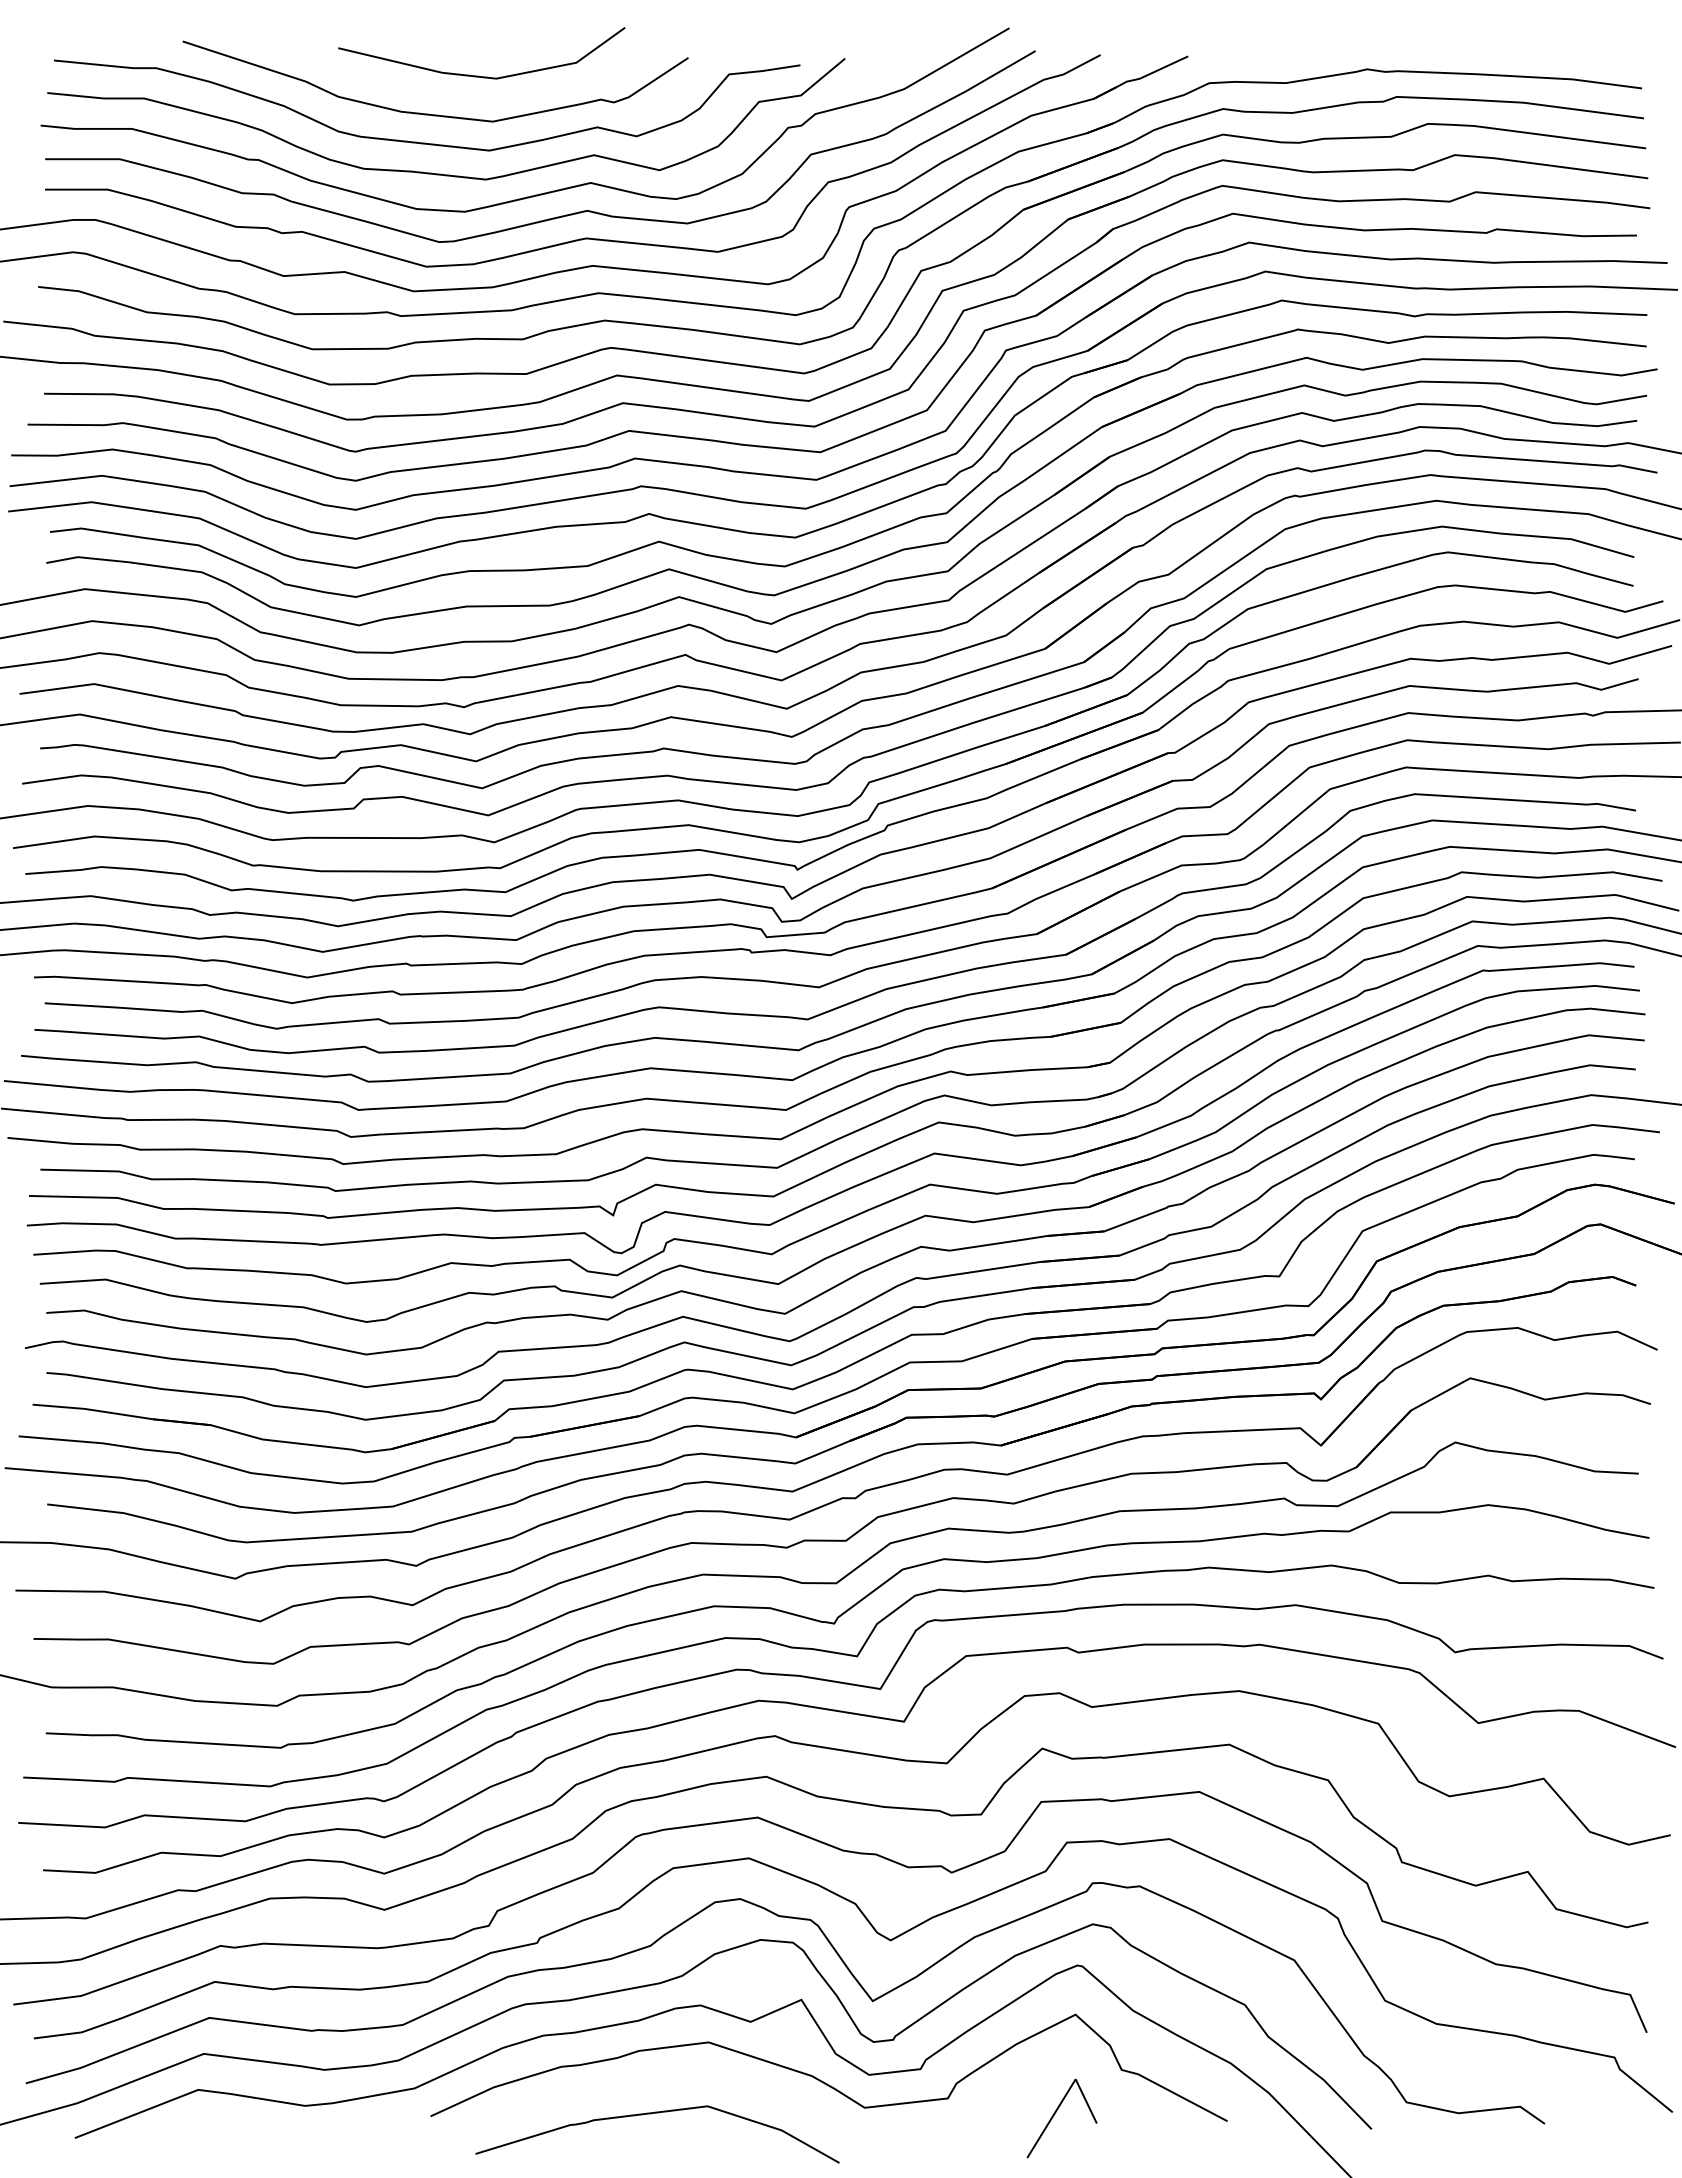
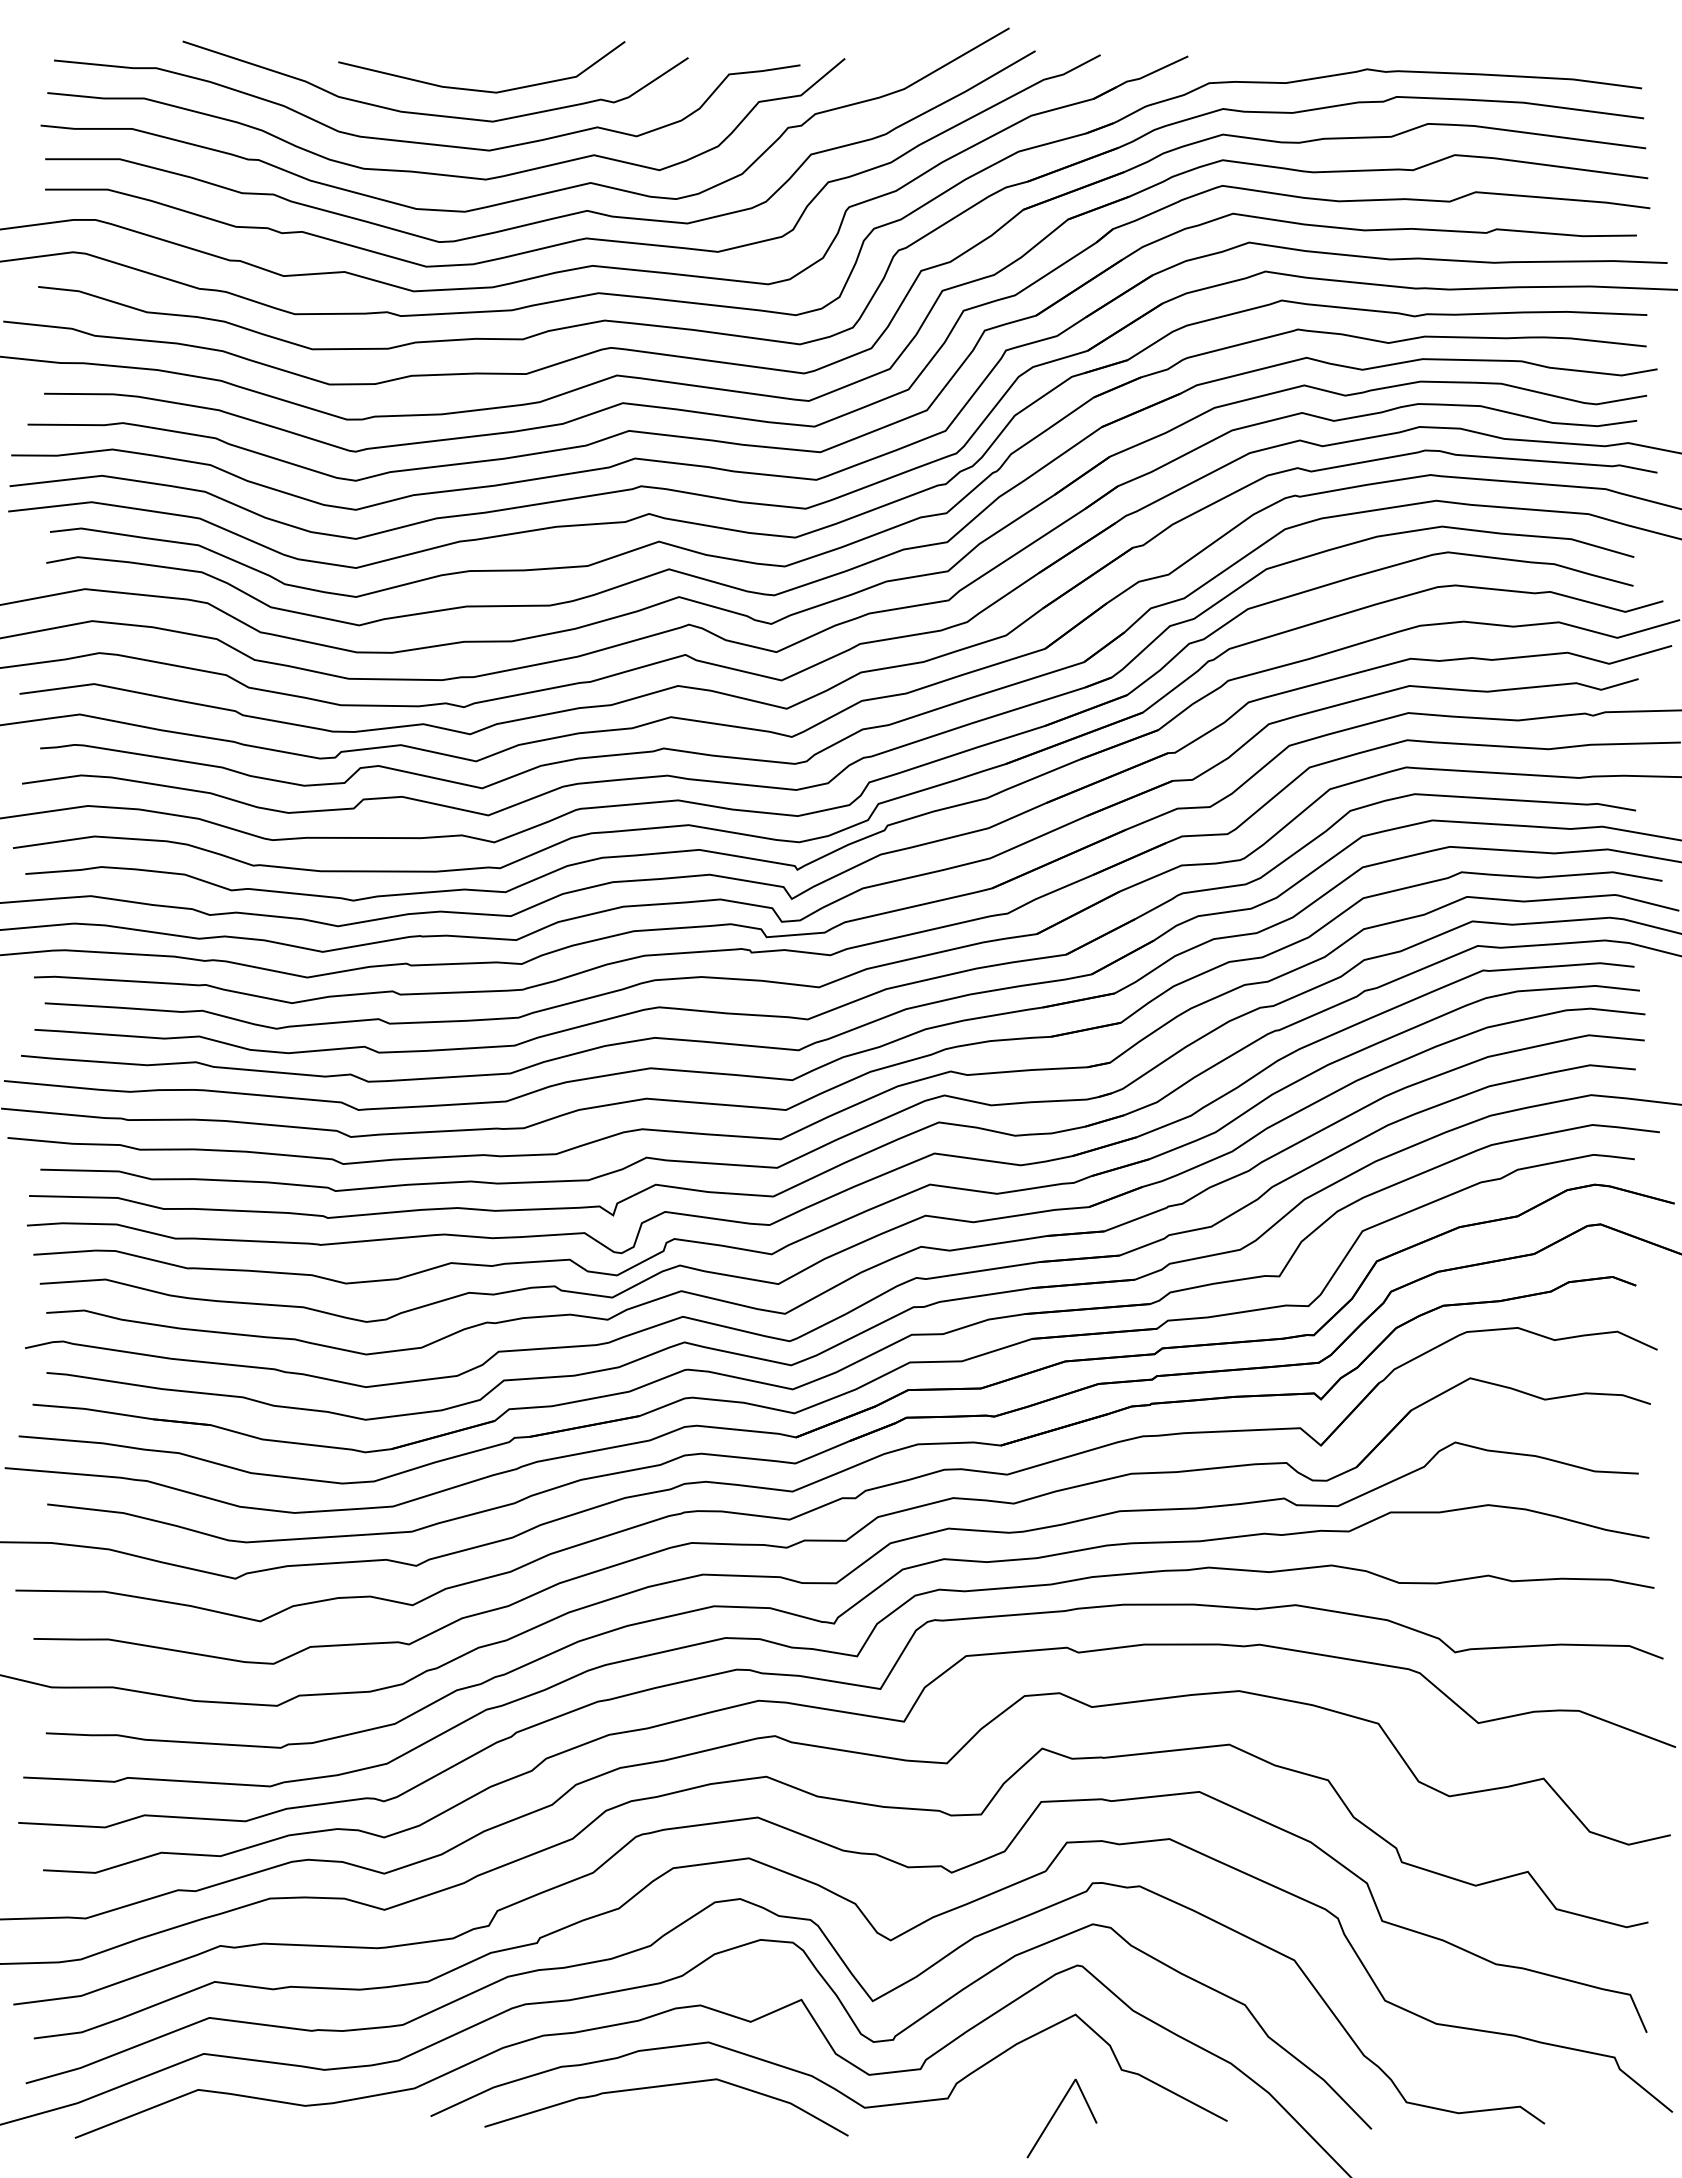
line at (478, 75) position: (478, 75) -> (478, 89)
curve at (651, 2114) position: (651, 2114) -> (660, 2087)
